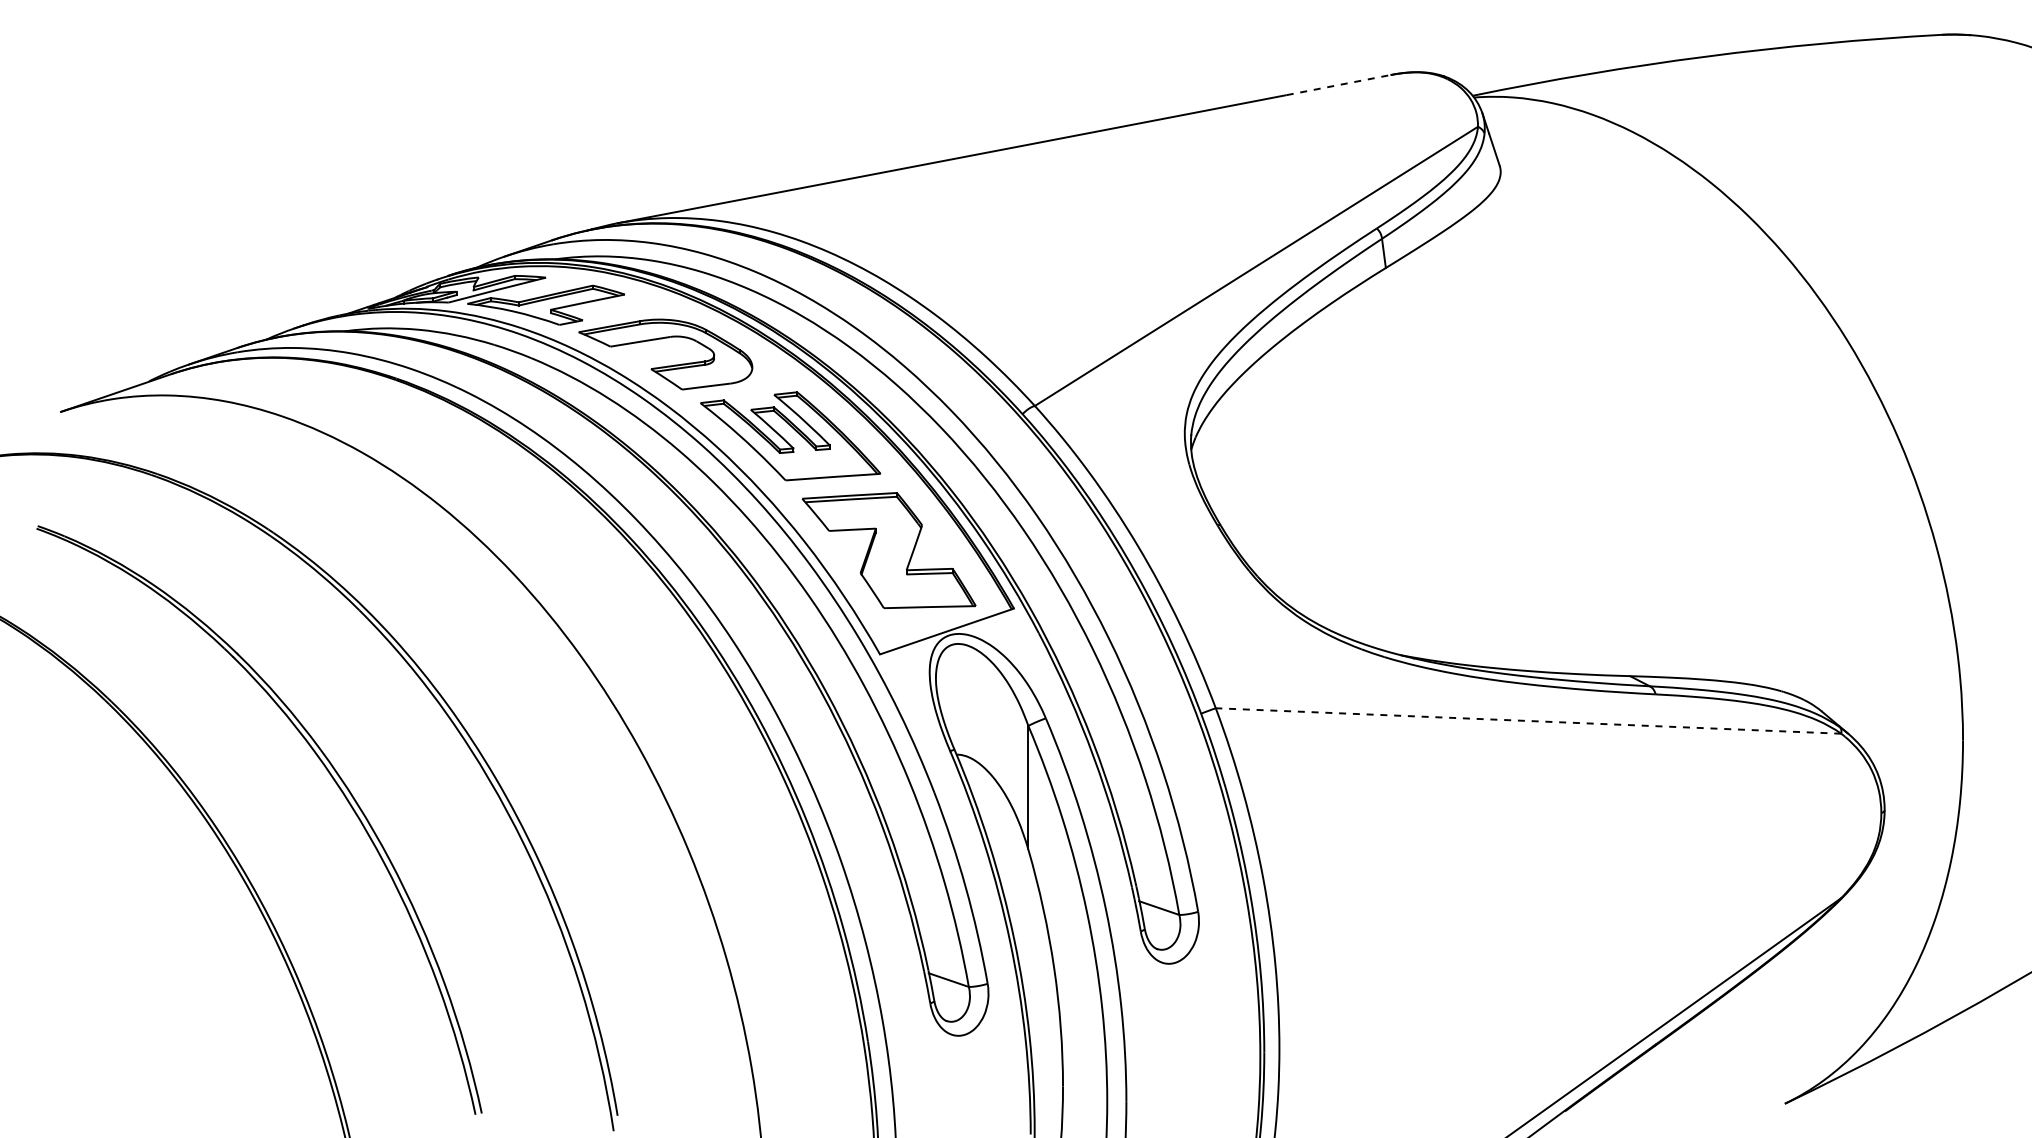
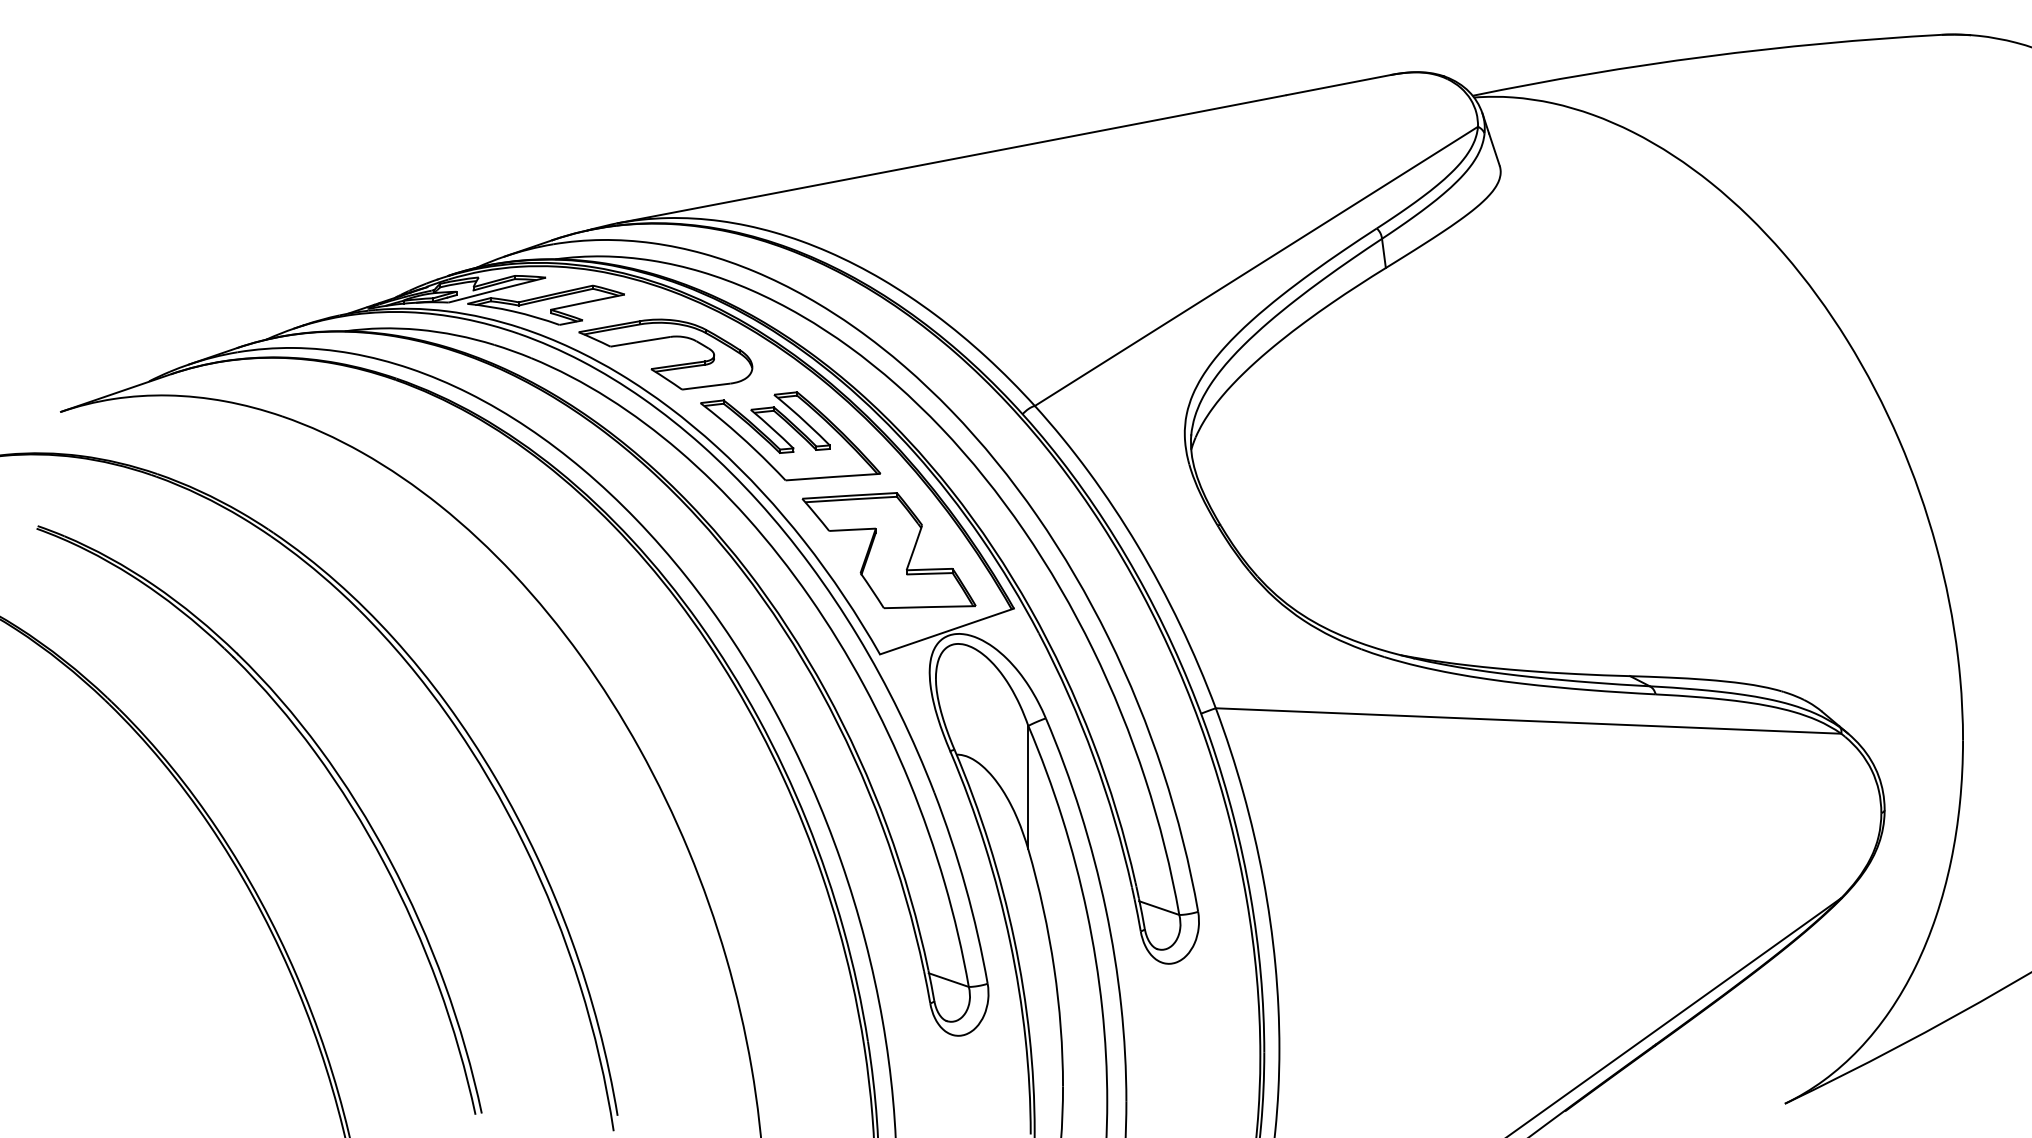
line at (1338, 85): dashed -> solid
line at (1528, 721): dashed -> solid
